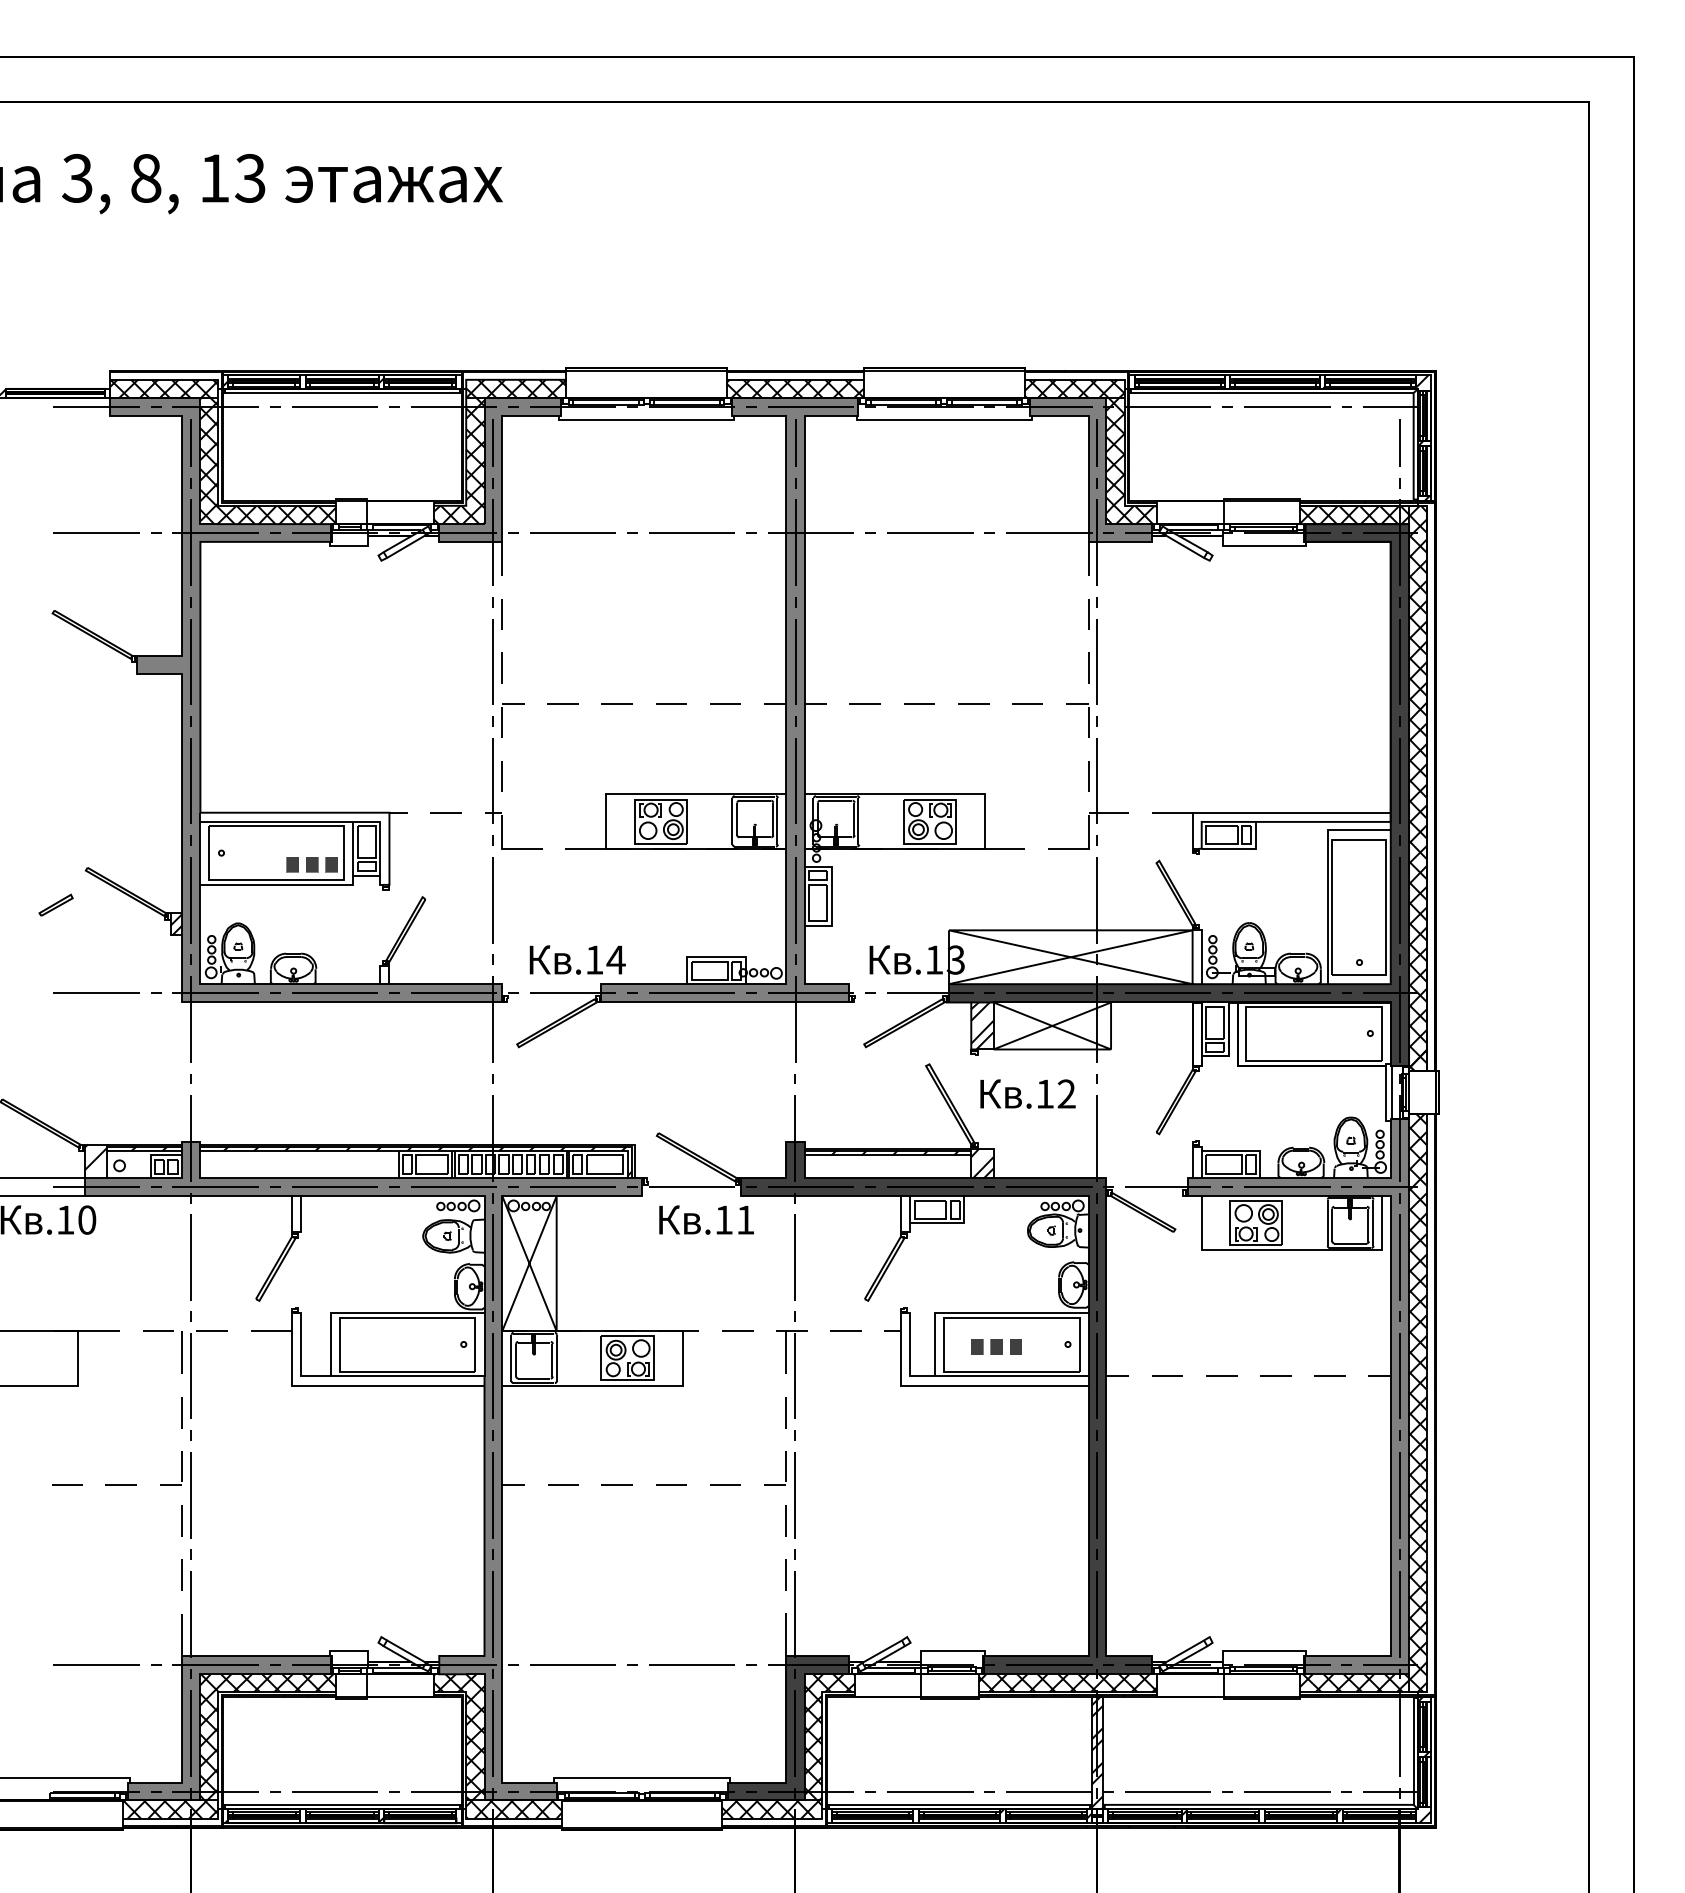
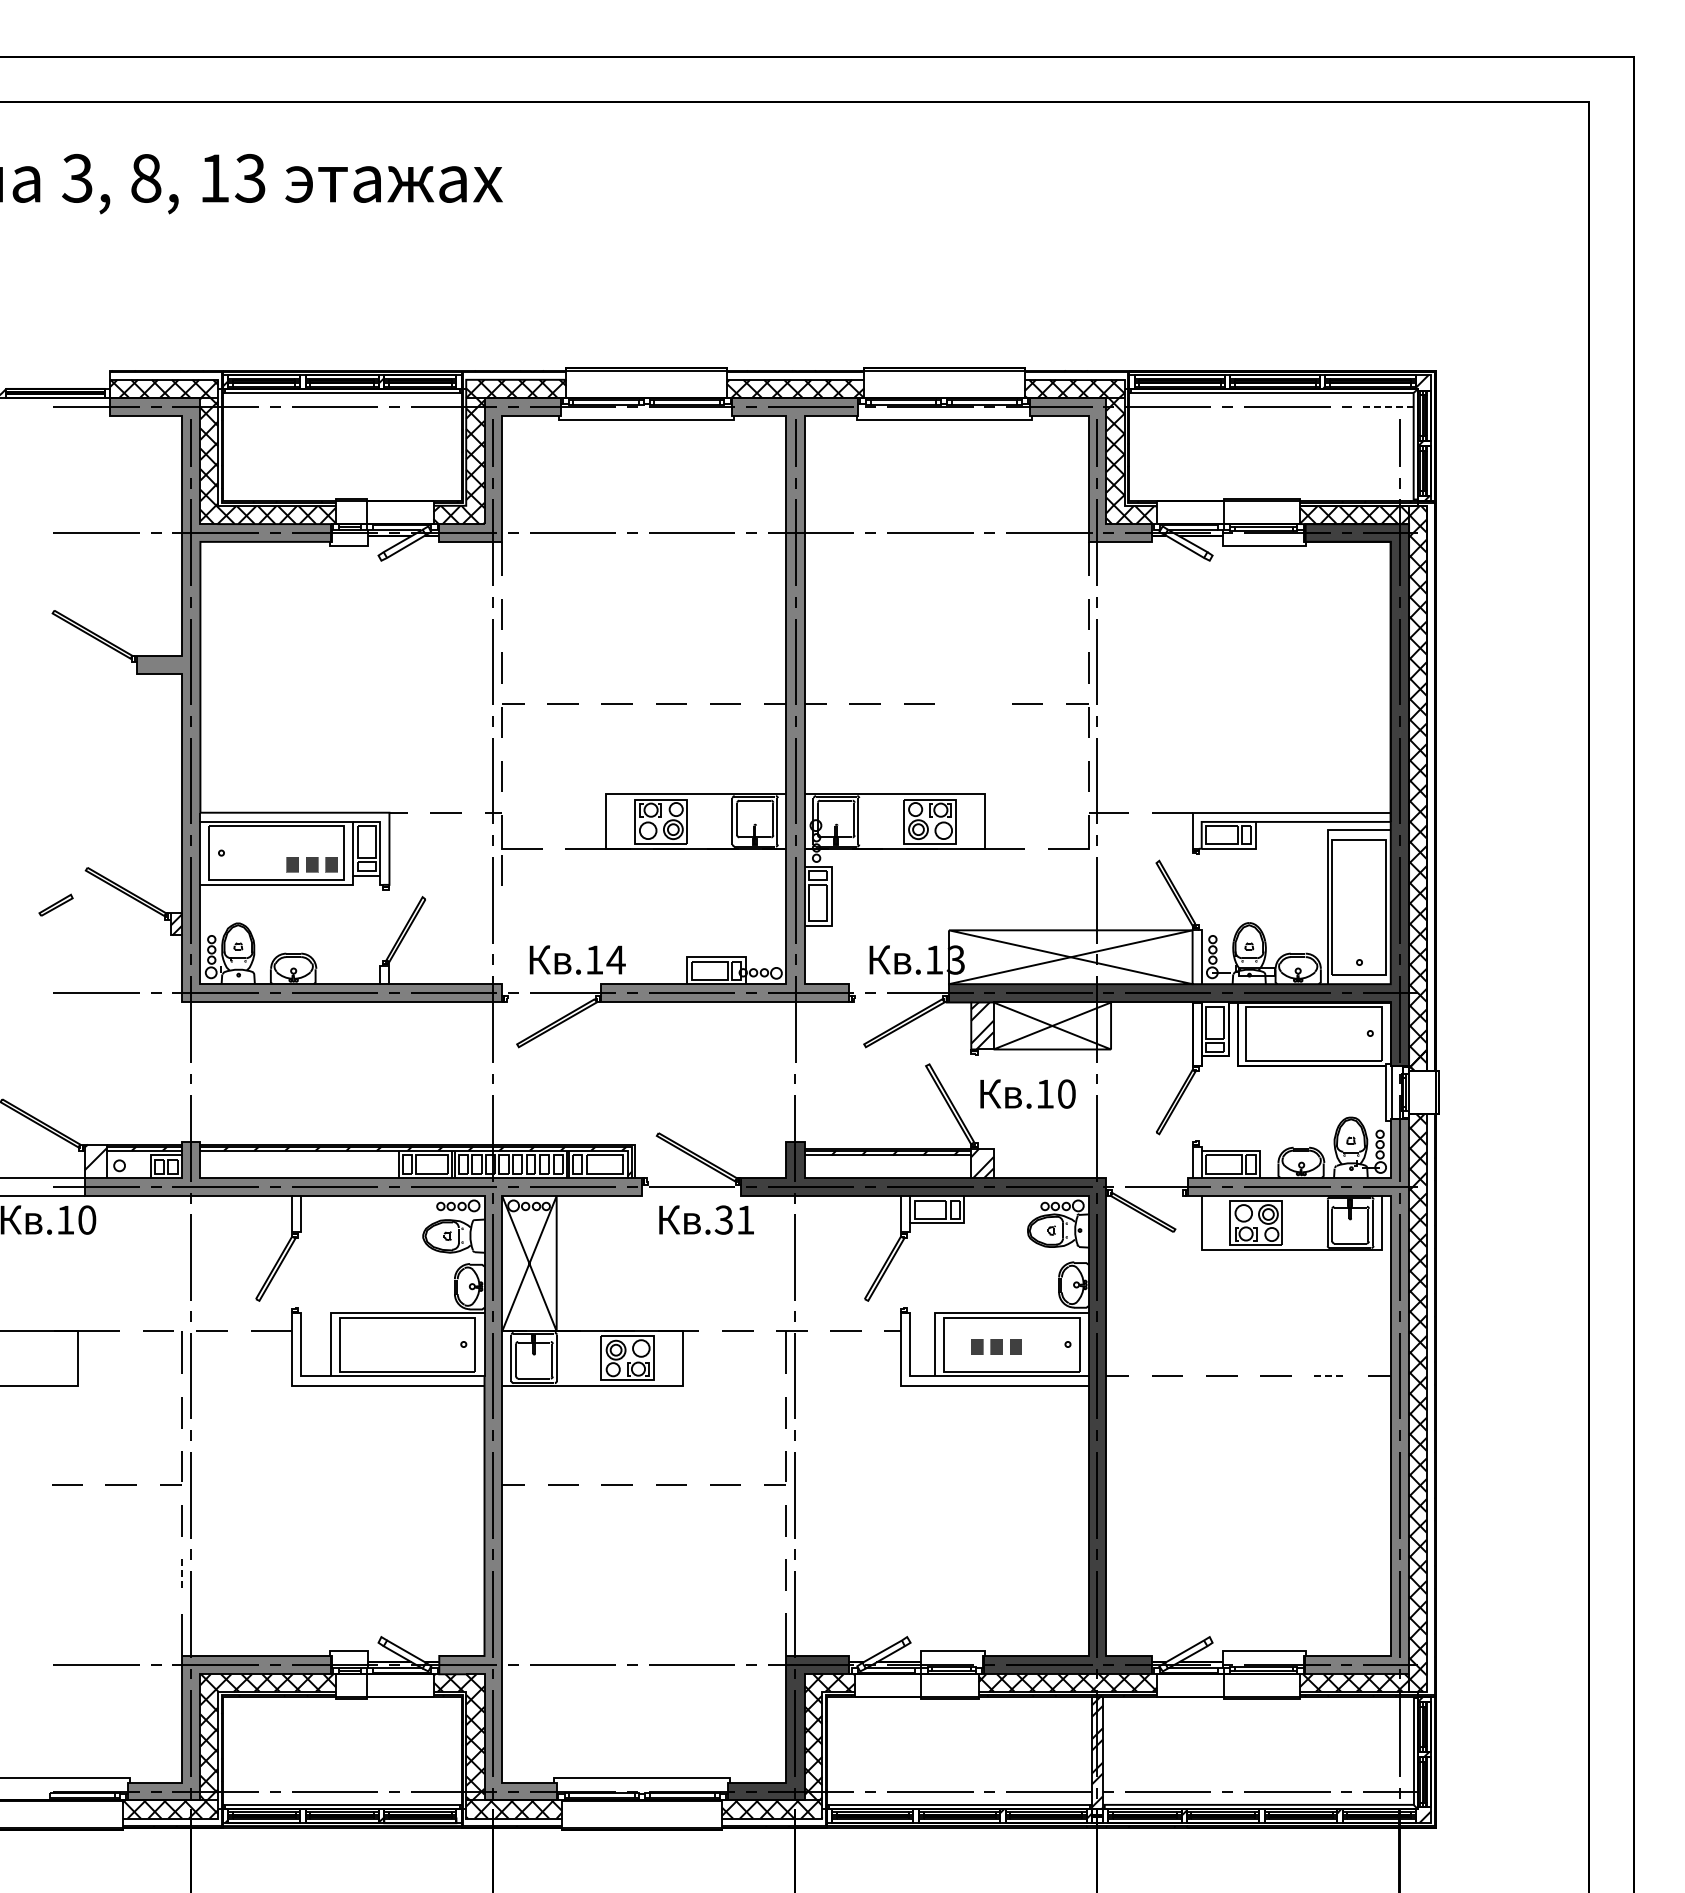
line at (1391, 406): solid -> dashed
line at (973, 703): present -> none
line at (501, 870): none -> present
text at (1066, 1093): .12 -> .10
text at (723, 1219): .11 -> .31
line at (1330, 1376): solid -> dashed
line at (182, 1574): solid -> dashed
